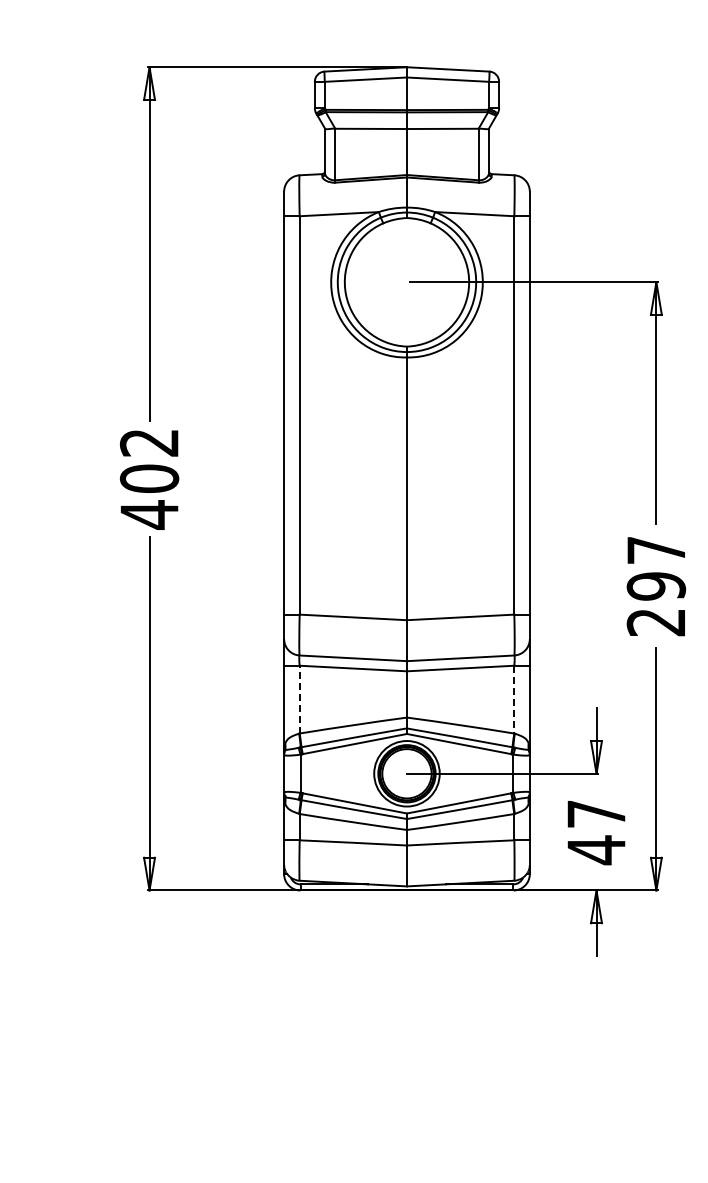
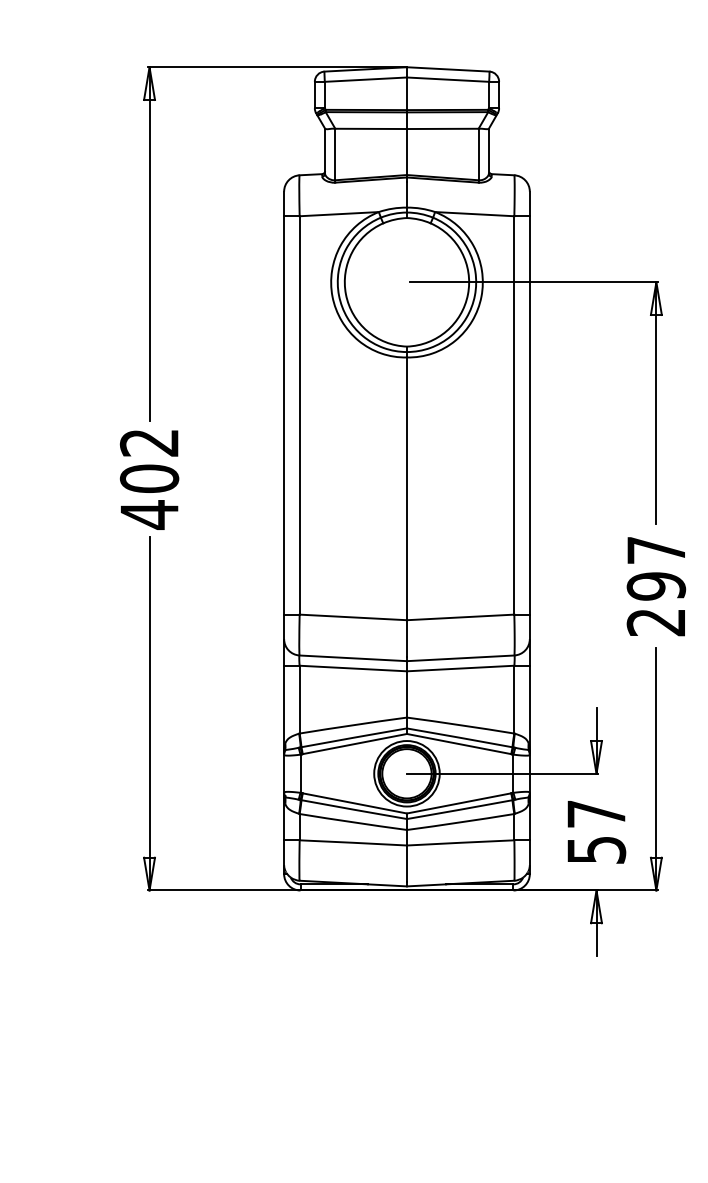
line at (299, 699): dashed -> solid
line at (514, 699): dashed -> solid
text at (596, 850): 47 -> 57
